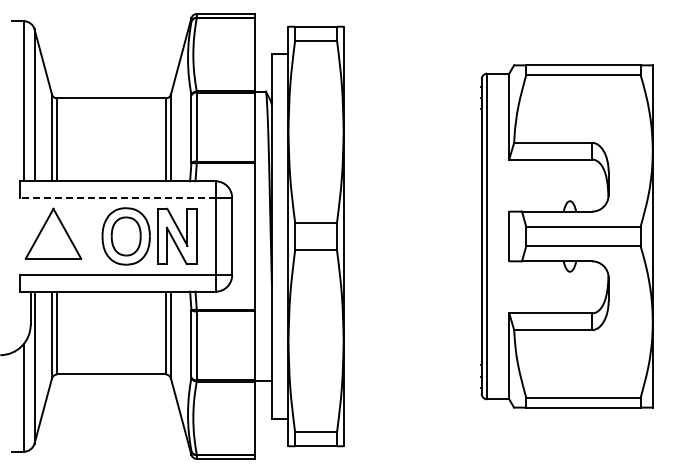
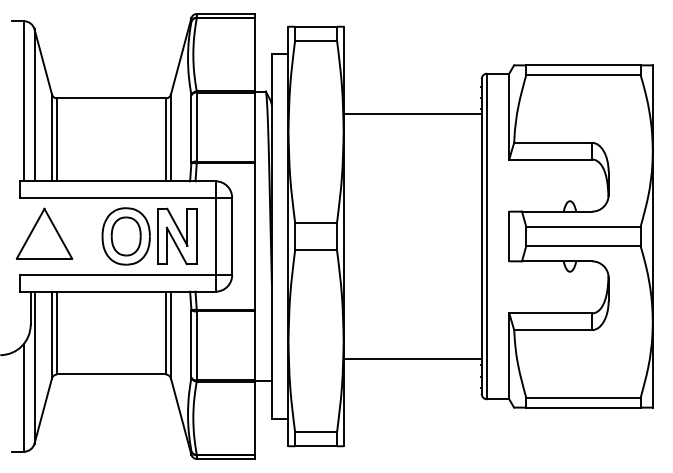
line at (412, 113): none -> present
line at (117, 197): dashed -> solid
part at (53, 233) position: (53, 233) -> (44, 233)
line at (412, 359): none -> present
